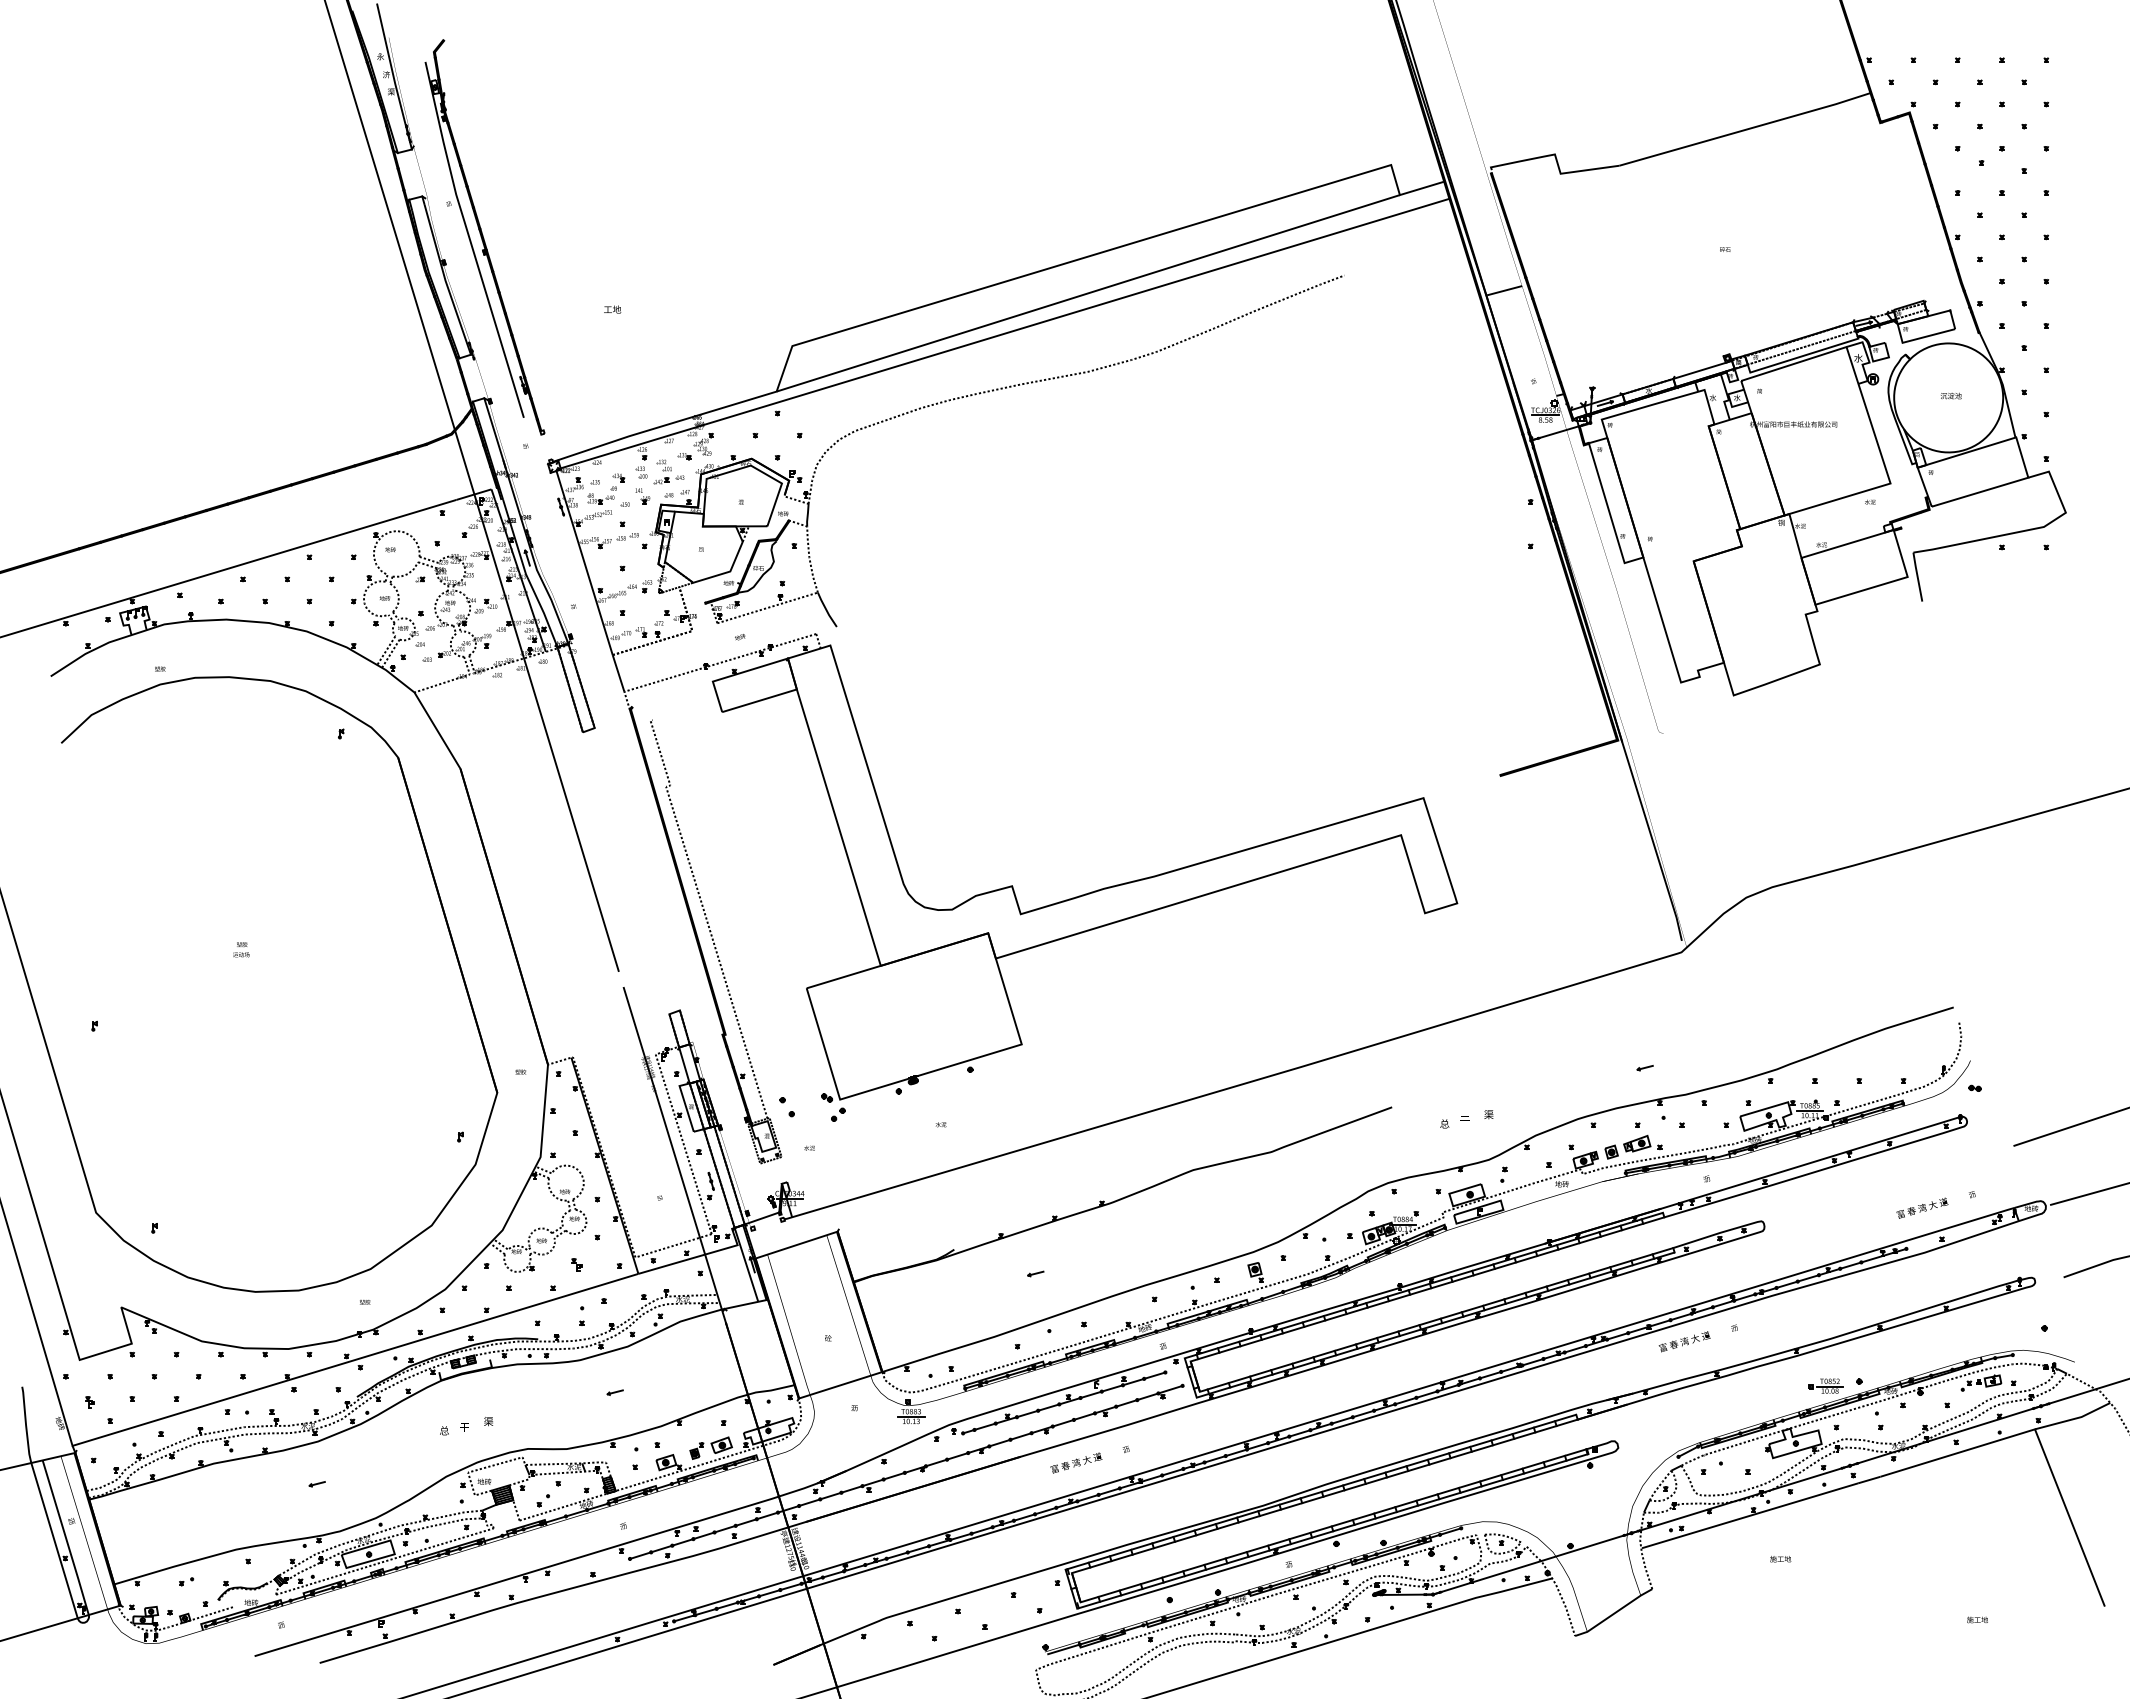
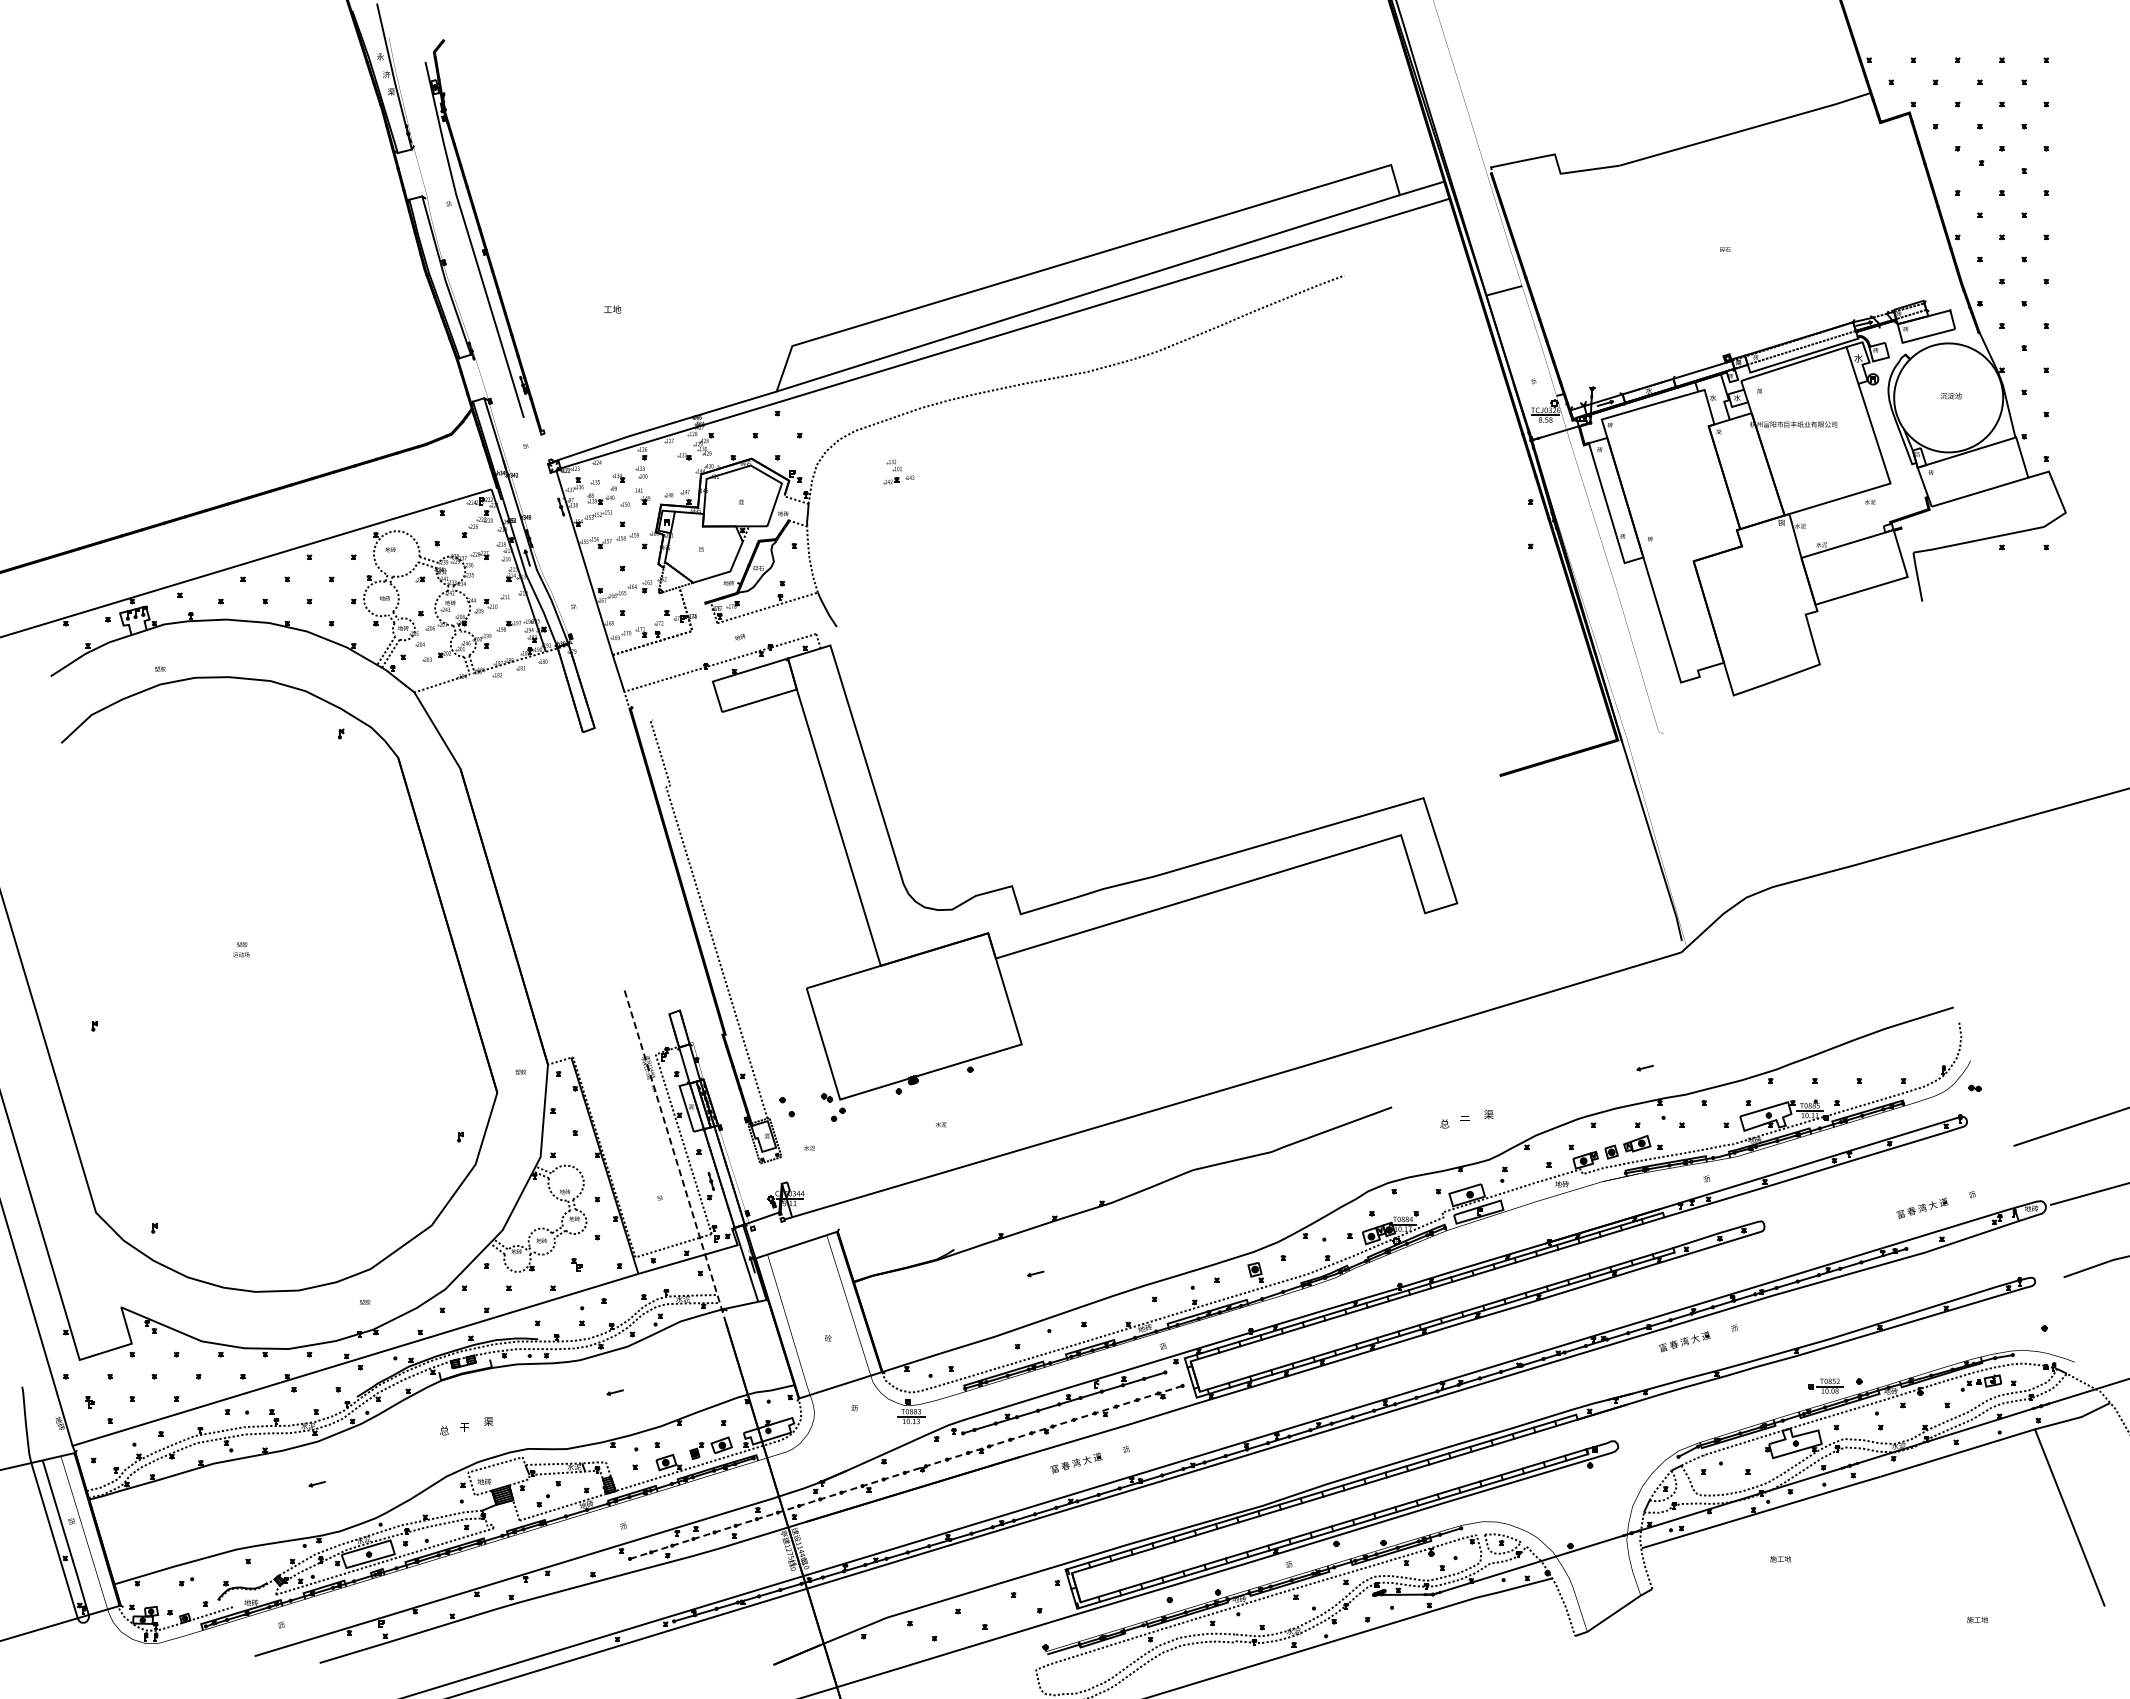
part at (668, 471) position: (668, 471) -> (898, 471)
line at (471, 486): present -> none
line at (674, 1155): solid -> dashed
line at (906, 1472): solid -> dashed
